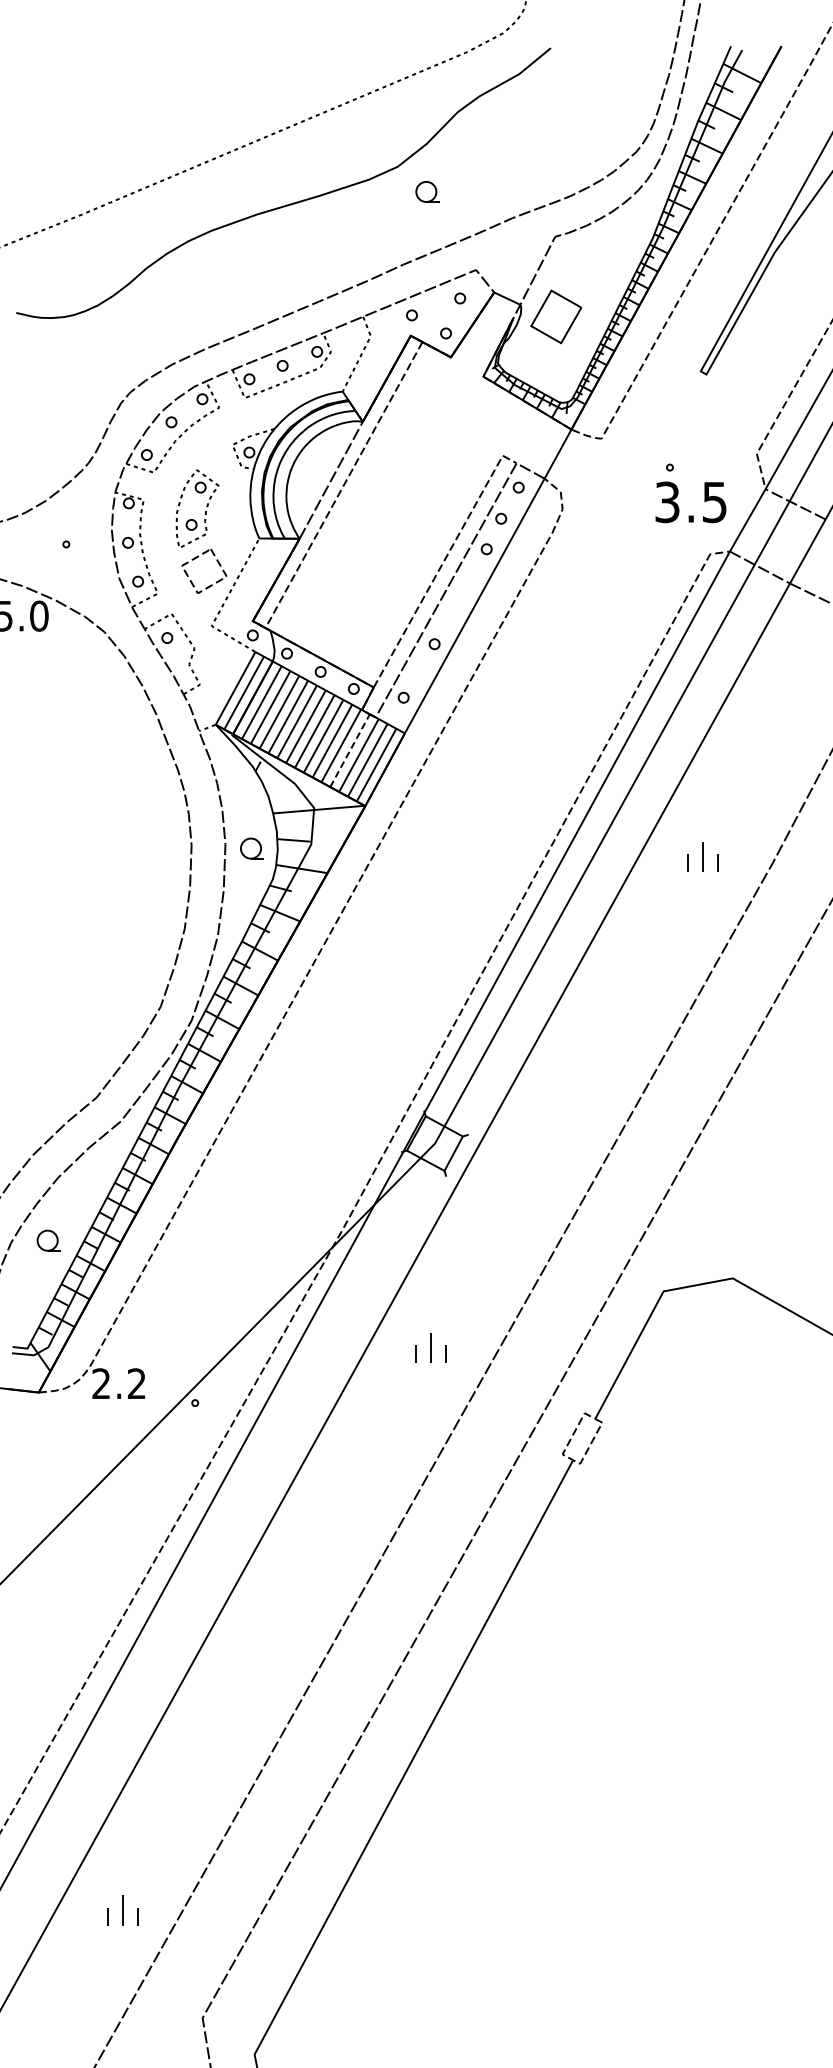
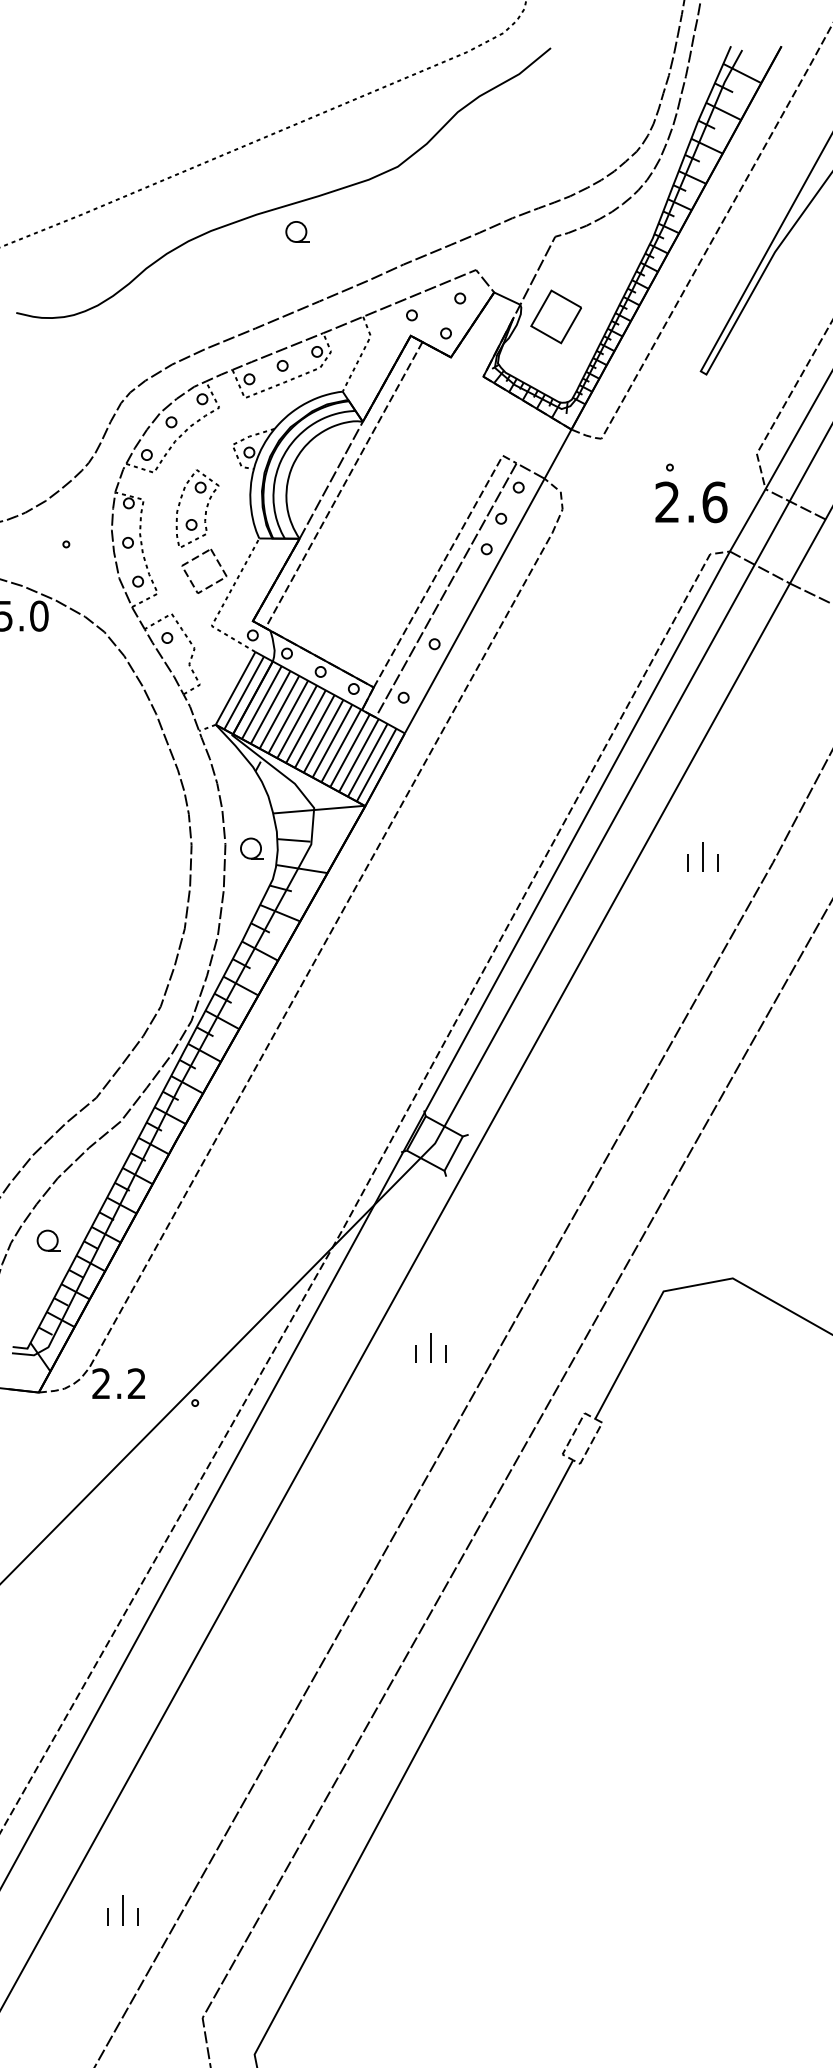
part at (427, 191) position: (427, 191) -> (297, 231)
text at (691, 502): 3.5 -> 2.6
line at (350, 750): dashed -> solid
